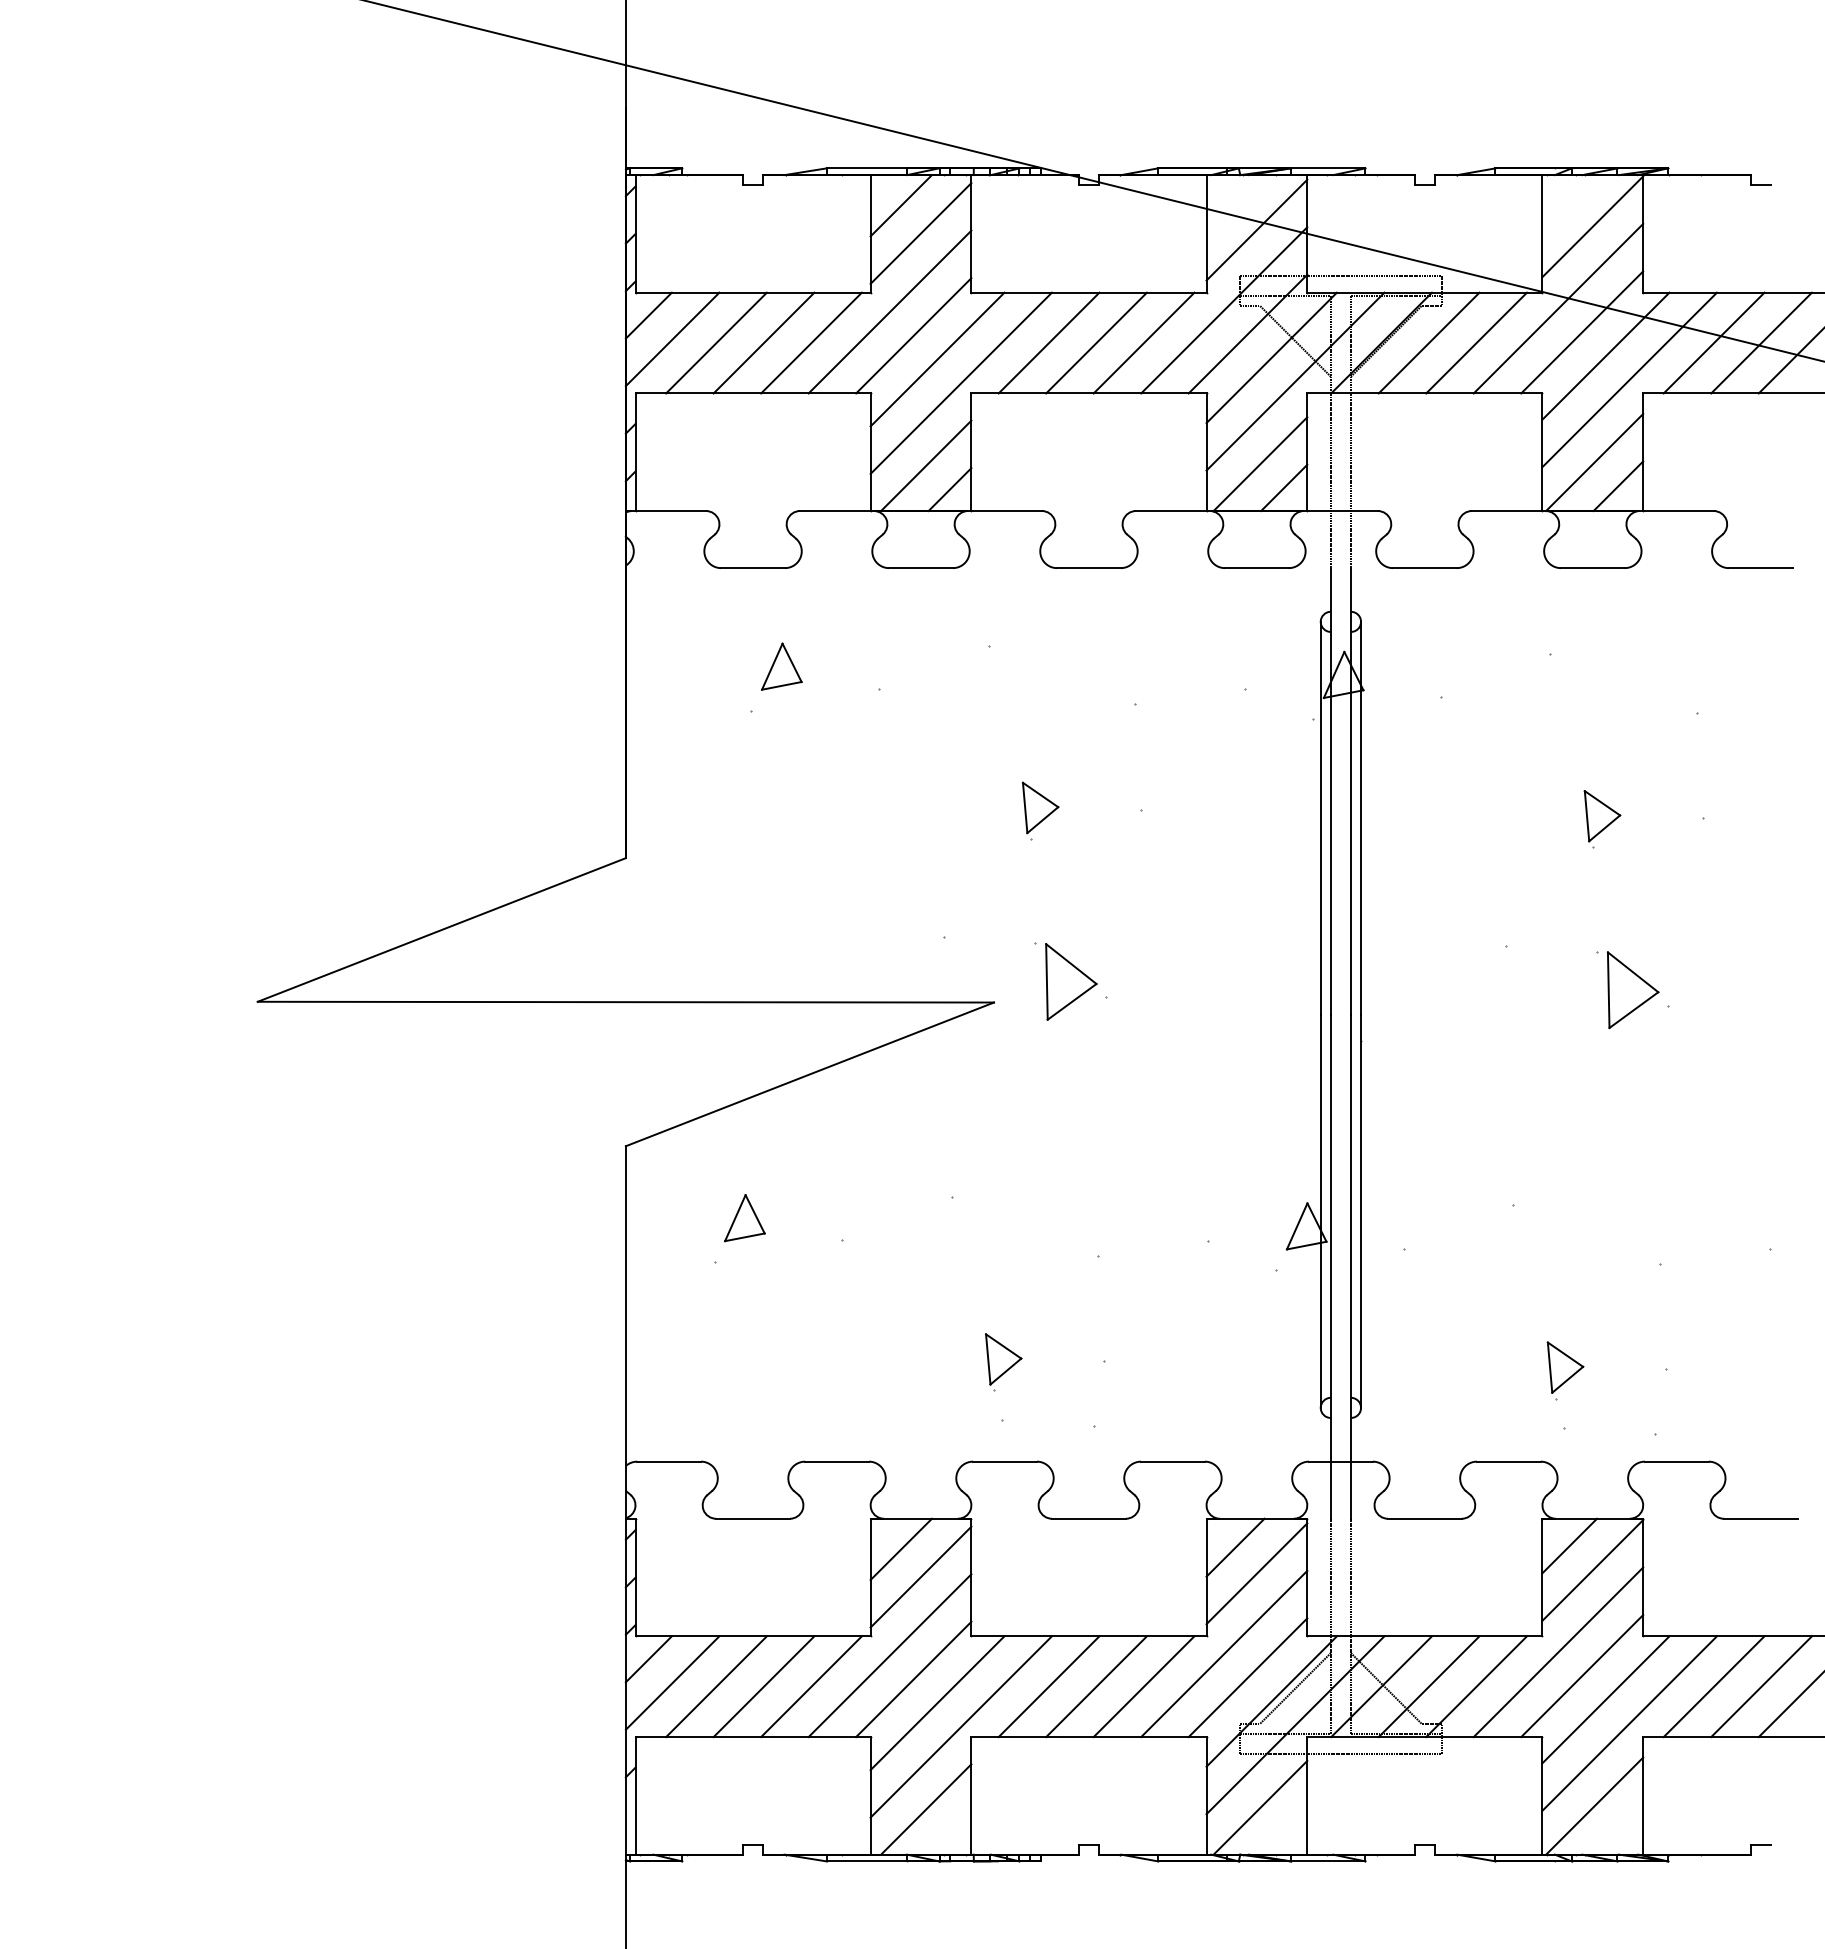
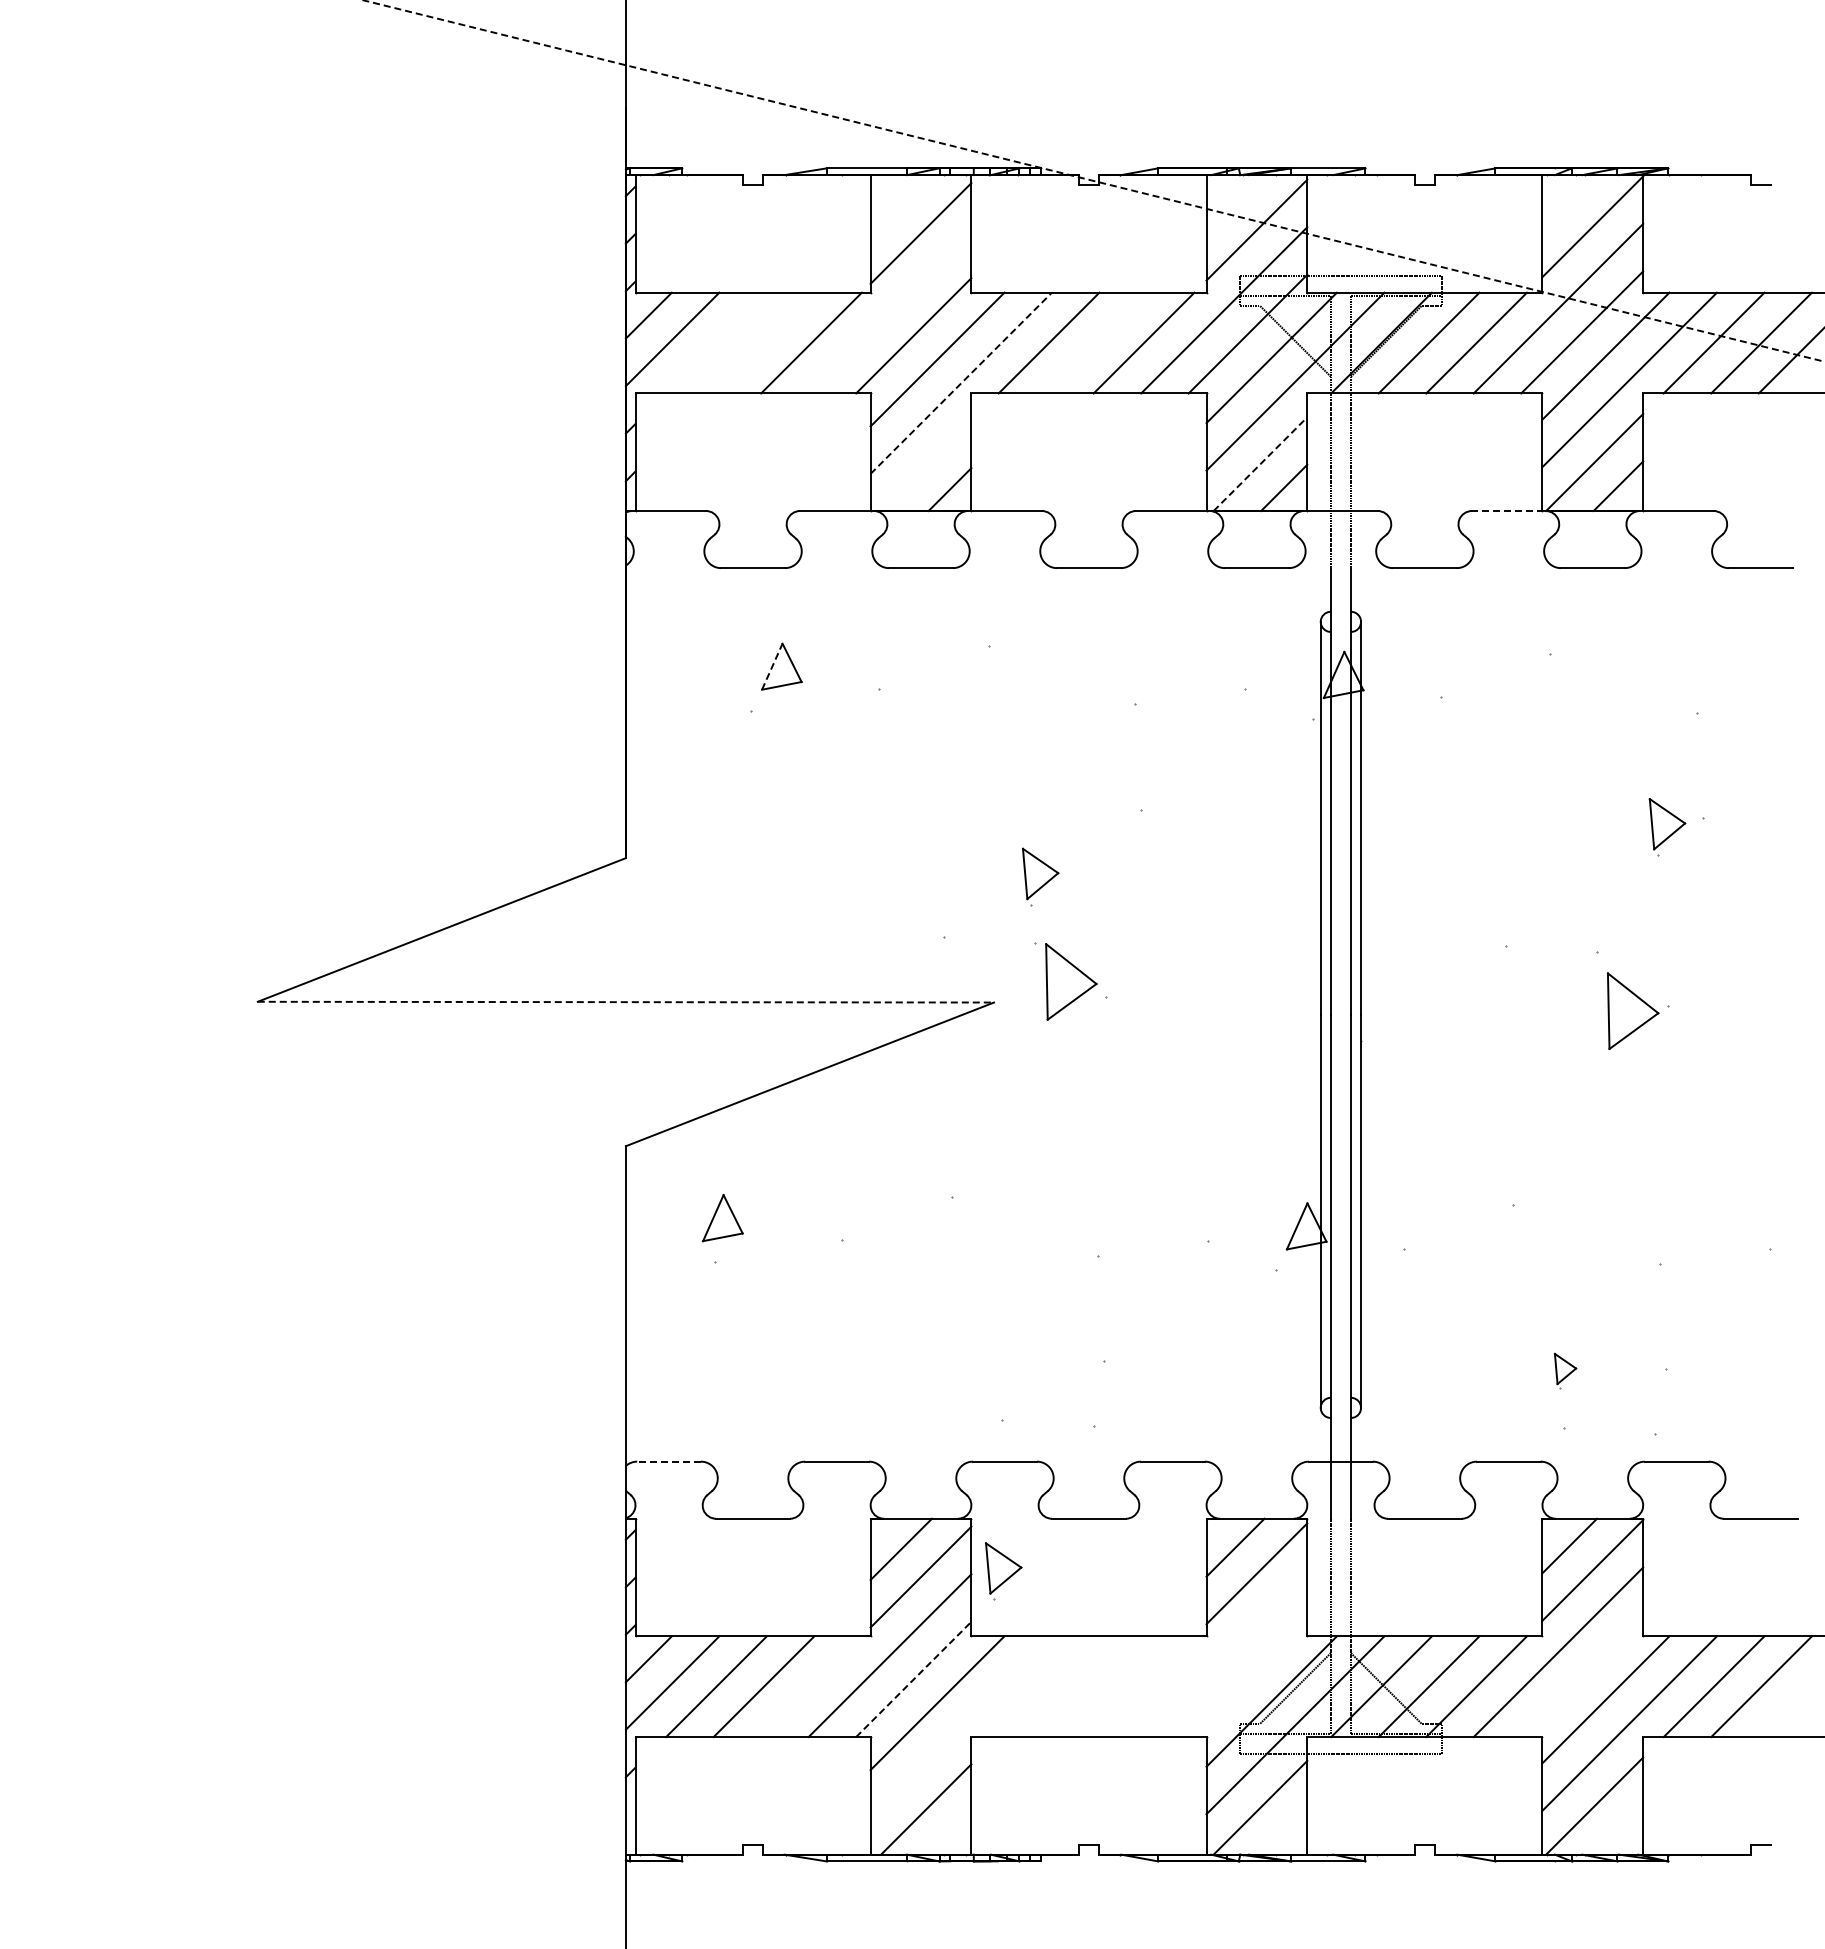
line at (1093, 180): solid -> dashed
line at (900, 205): present -> none
line at (889, 311): present -> none
line at (716, 342): present -> none
line at (763, 342): present -> none
line at (1096, 342): present -> none
line at (961, 382): solid -> dashed
line at (1260, 463): solid -> dashed
line at (926, 465): present -> none
line at (1506, 511): solid -> dashed
line at (772, 666): solid -> dashed
part at (1040, 810) position: (1040, 810) -> (1040, 876)
part at (1602, 819) position: (1602, 819) -> (1667, 827)
part at (1632, 989) position: (1632, 989) -> (1632, 1010)
line at (626, 1002): solid -> dashed
part at (744, 1218) position: (744, 1218) -> (722, 1218)
part at (1003, 1362) position: (1003, 1362) -> (1003, 1571)
part at (1565, 1370) size: 39x60 px -> 24x38 px
line at (669, 1461): solid -> dashed
line at (1224, 1653): present -> none
line at (1582, 1676): present -> none
line at (1247, 1677): present -> none
line at (913, 1679): solid -> dashed
line at (811, 1686): present -> none
line at (1048, 1686): present -> none
line at (1096, 1686): present -> none
line at (1143, 1686): present -> none
line at (1789, 1705): present -> none
line at (960, 1726): present -> none
